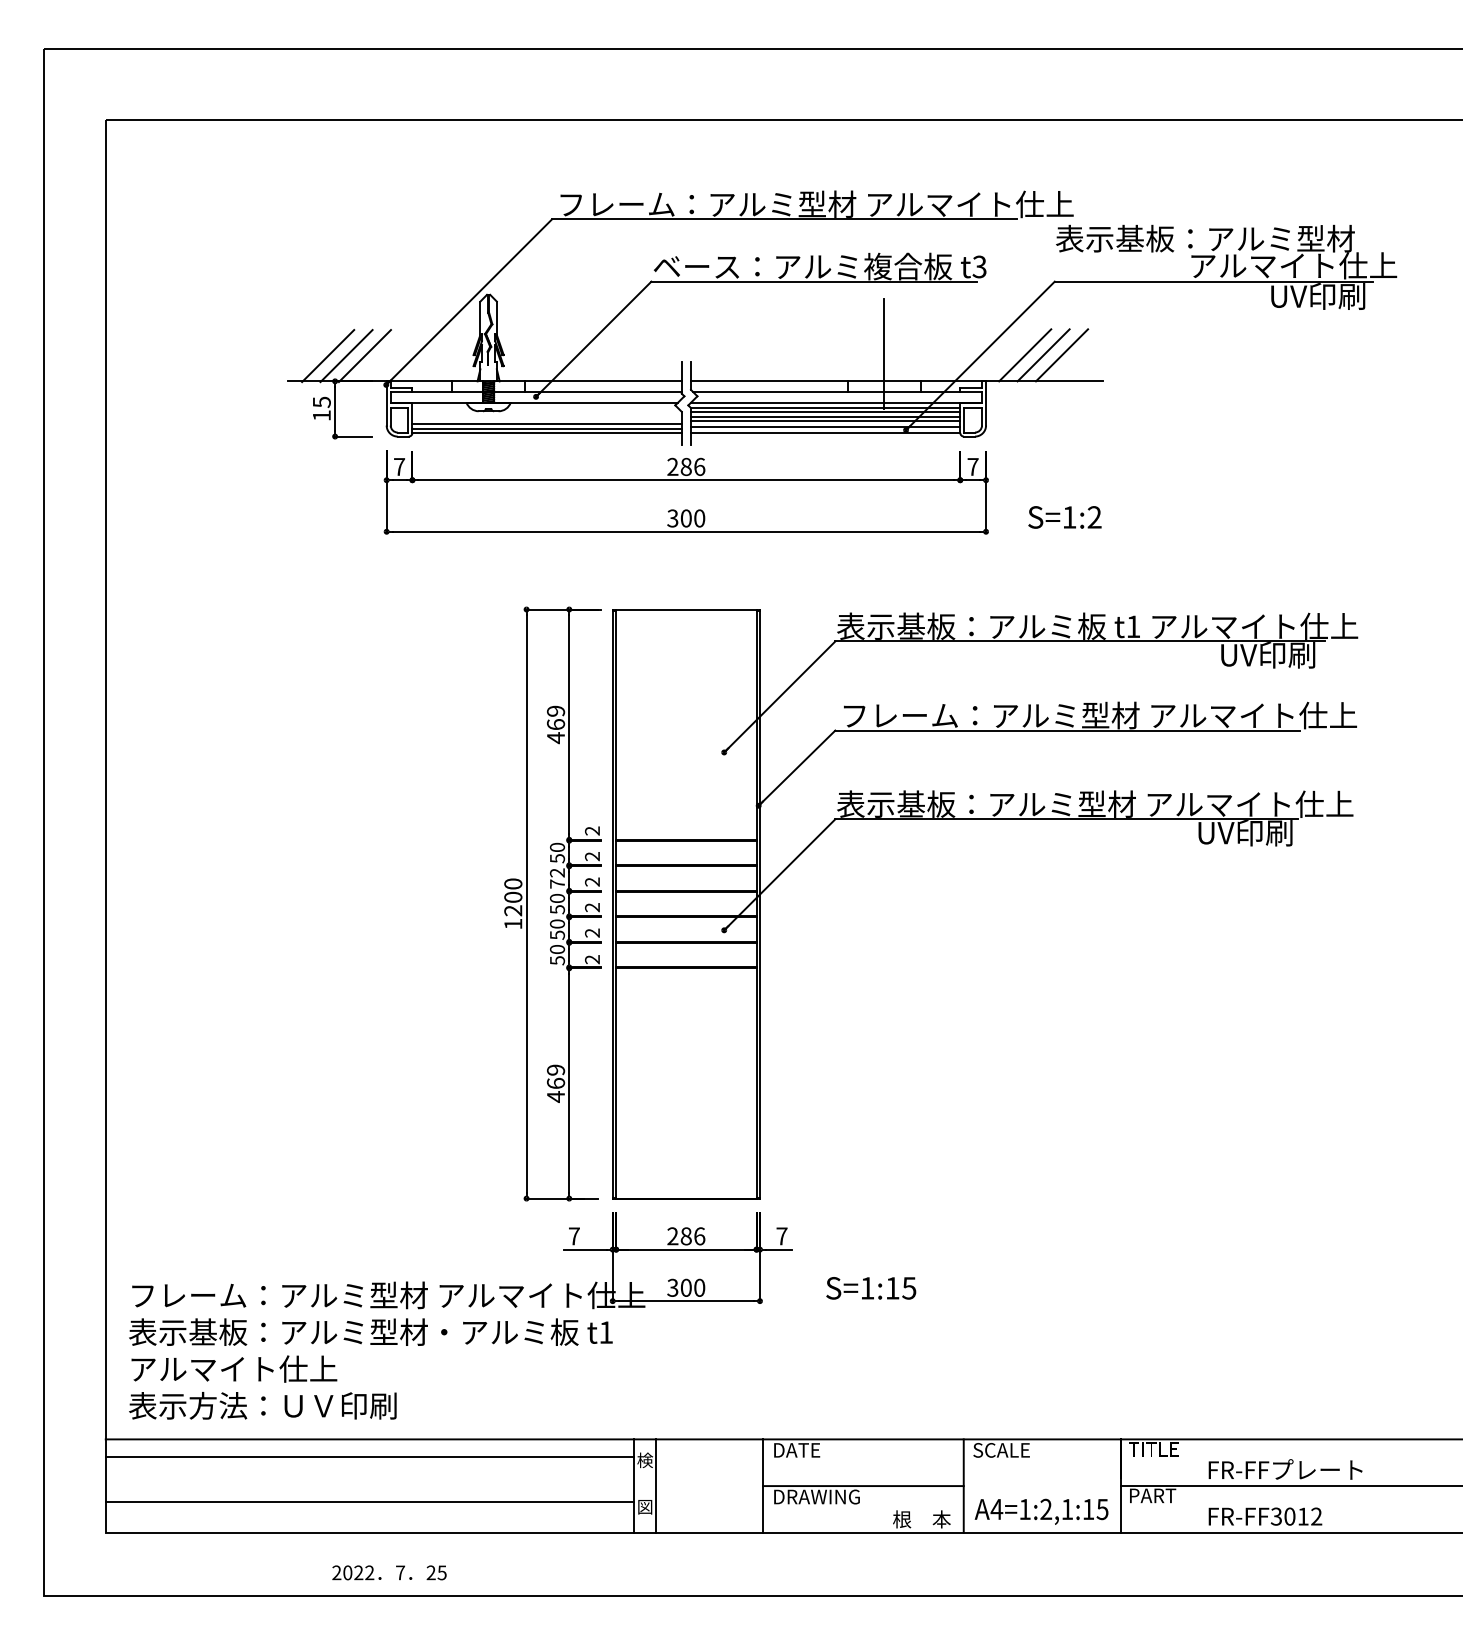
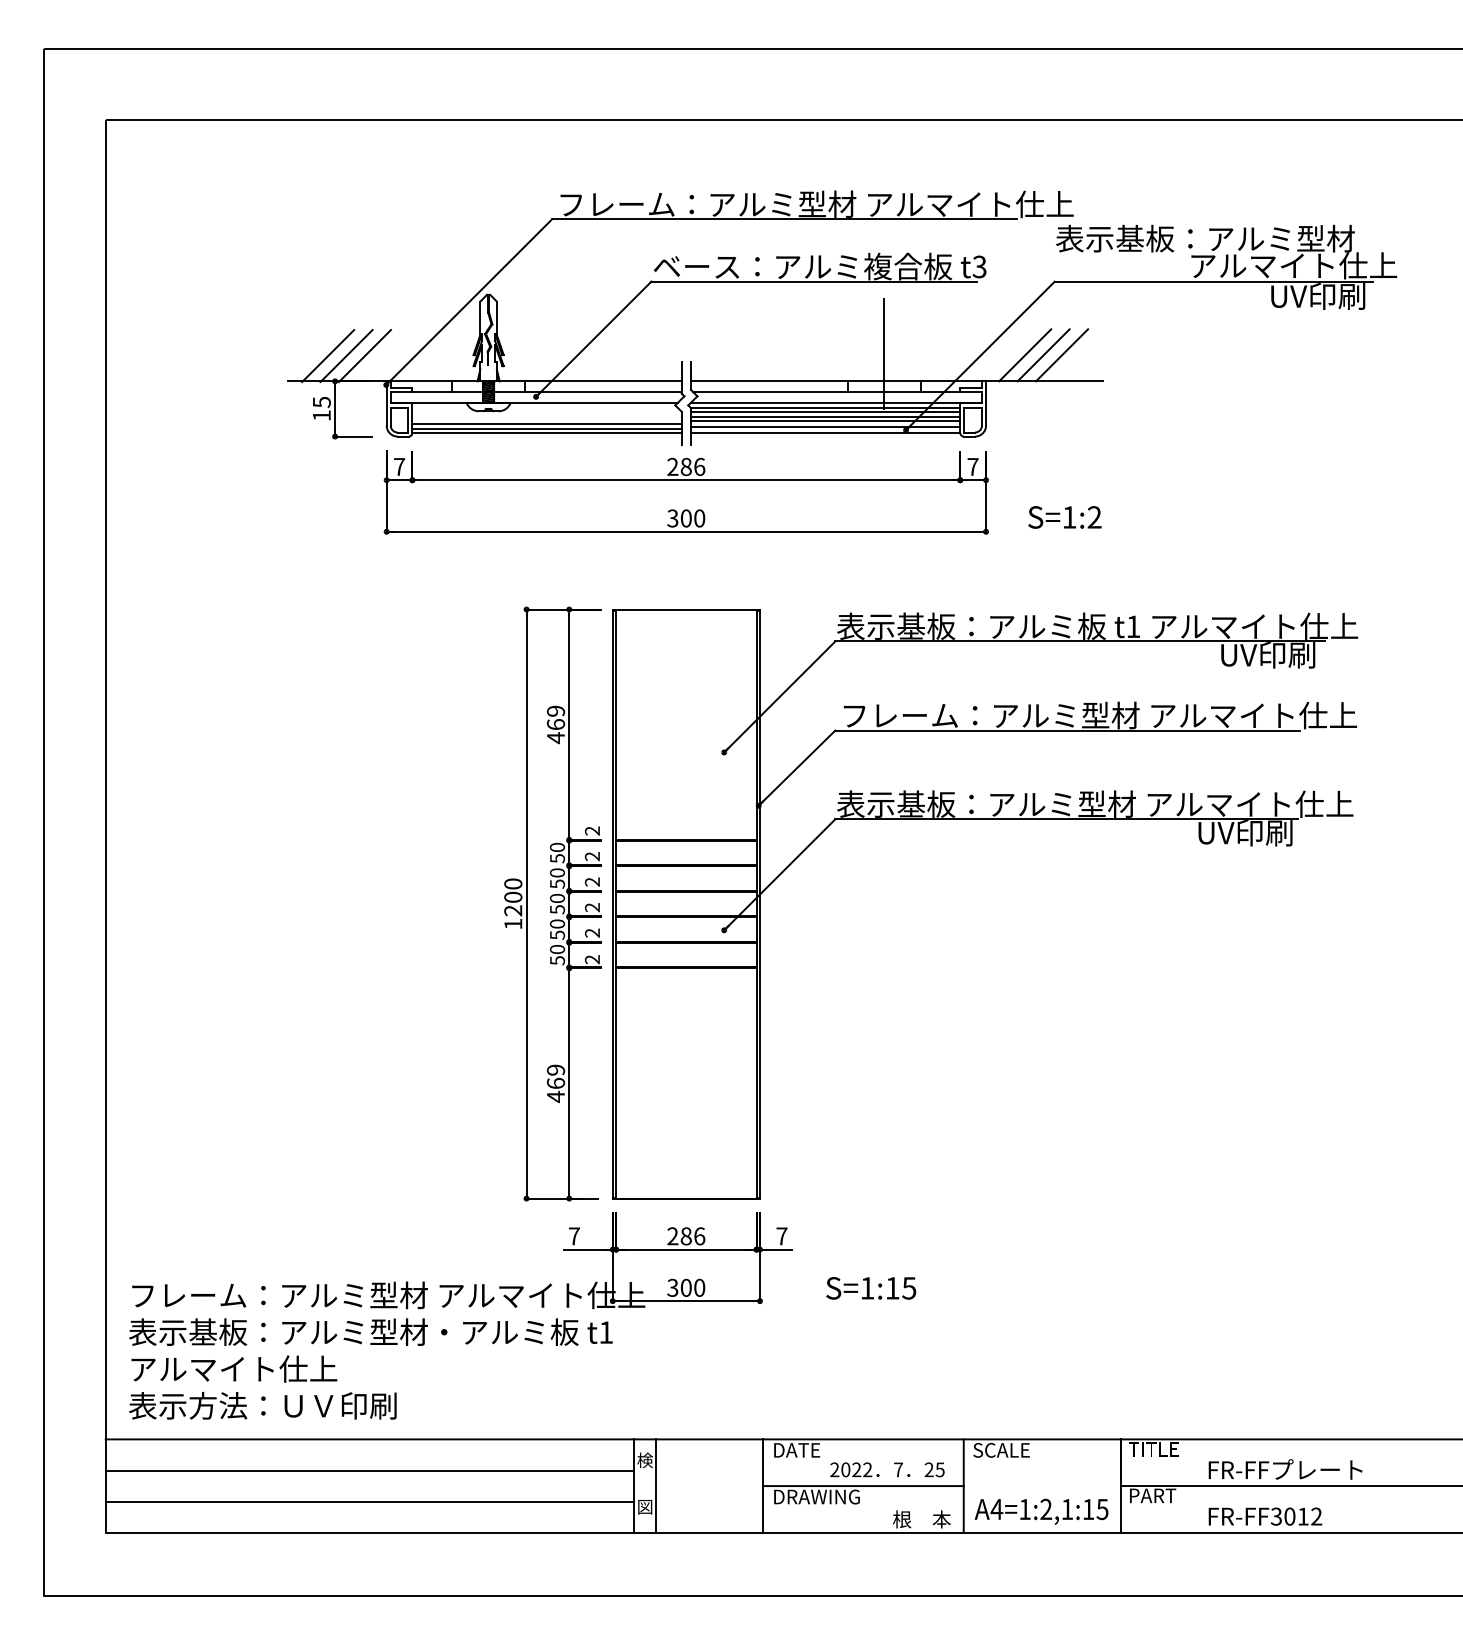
text at (557, 878): 72 -> 50
line at (369, 1456) position: (369, 1456) -> (369, 1470)
text at (389, 1572) position: (389, 1572) -> (887, 1469)
